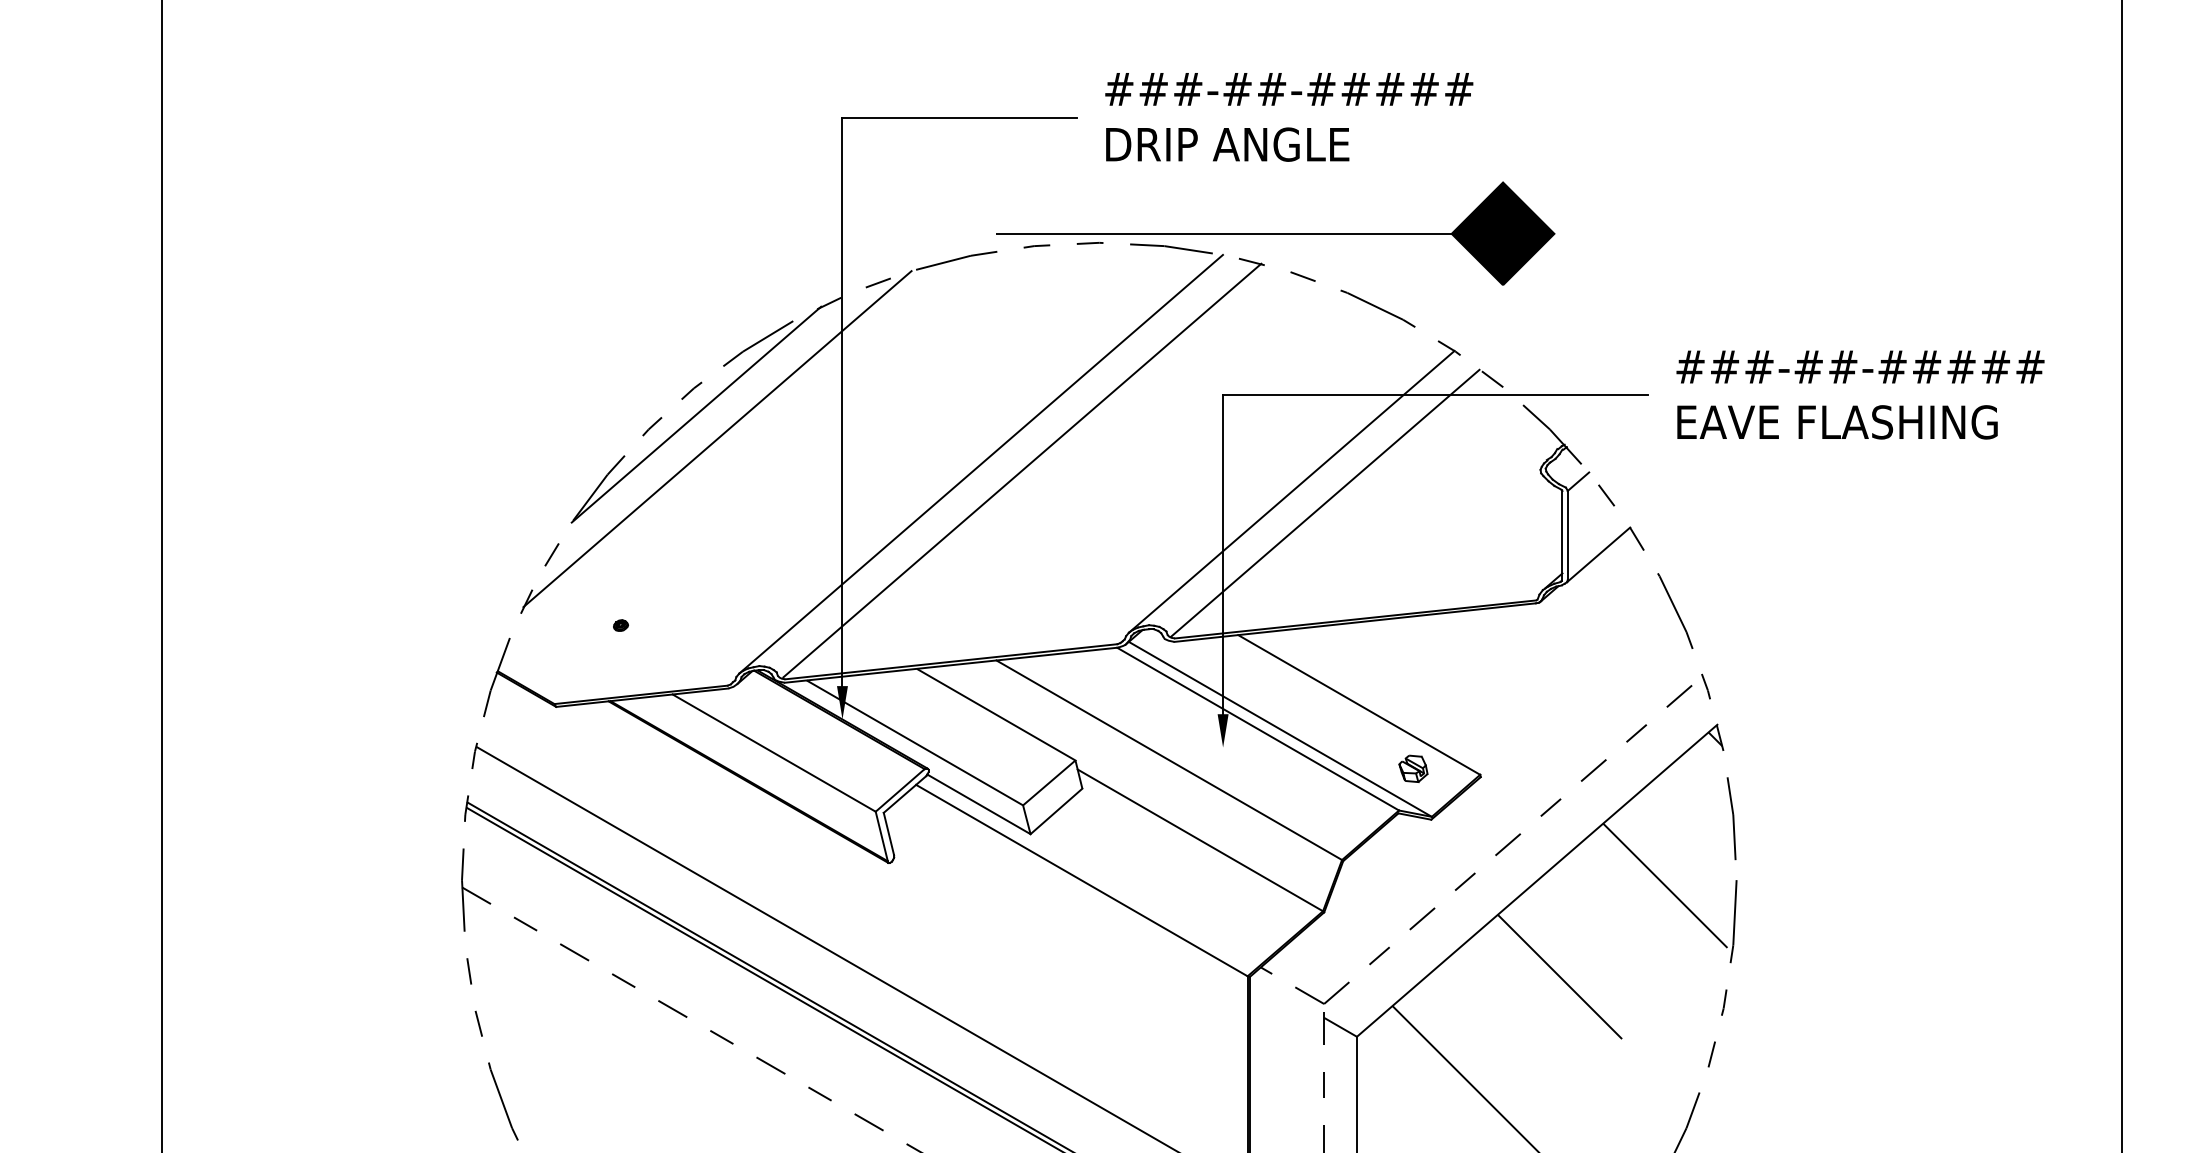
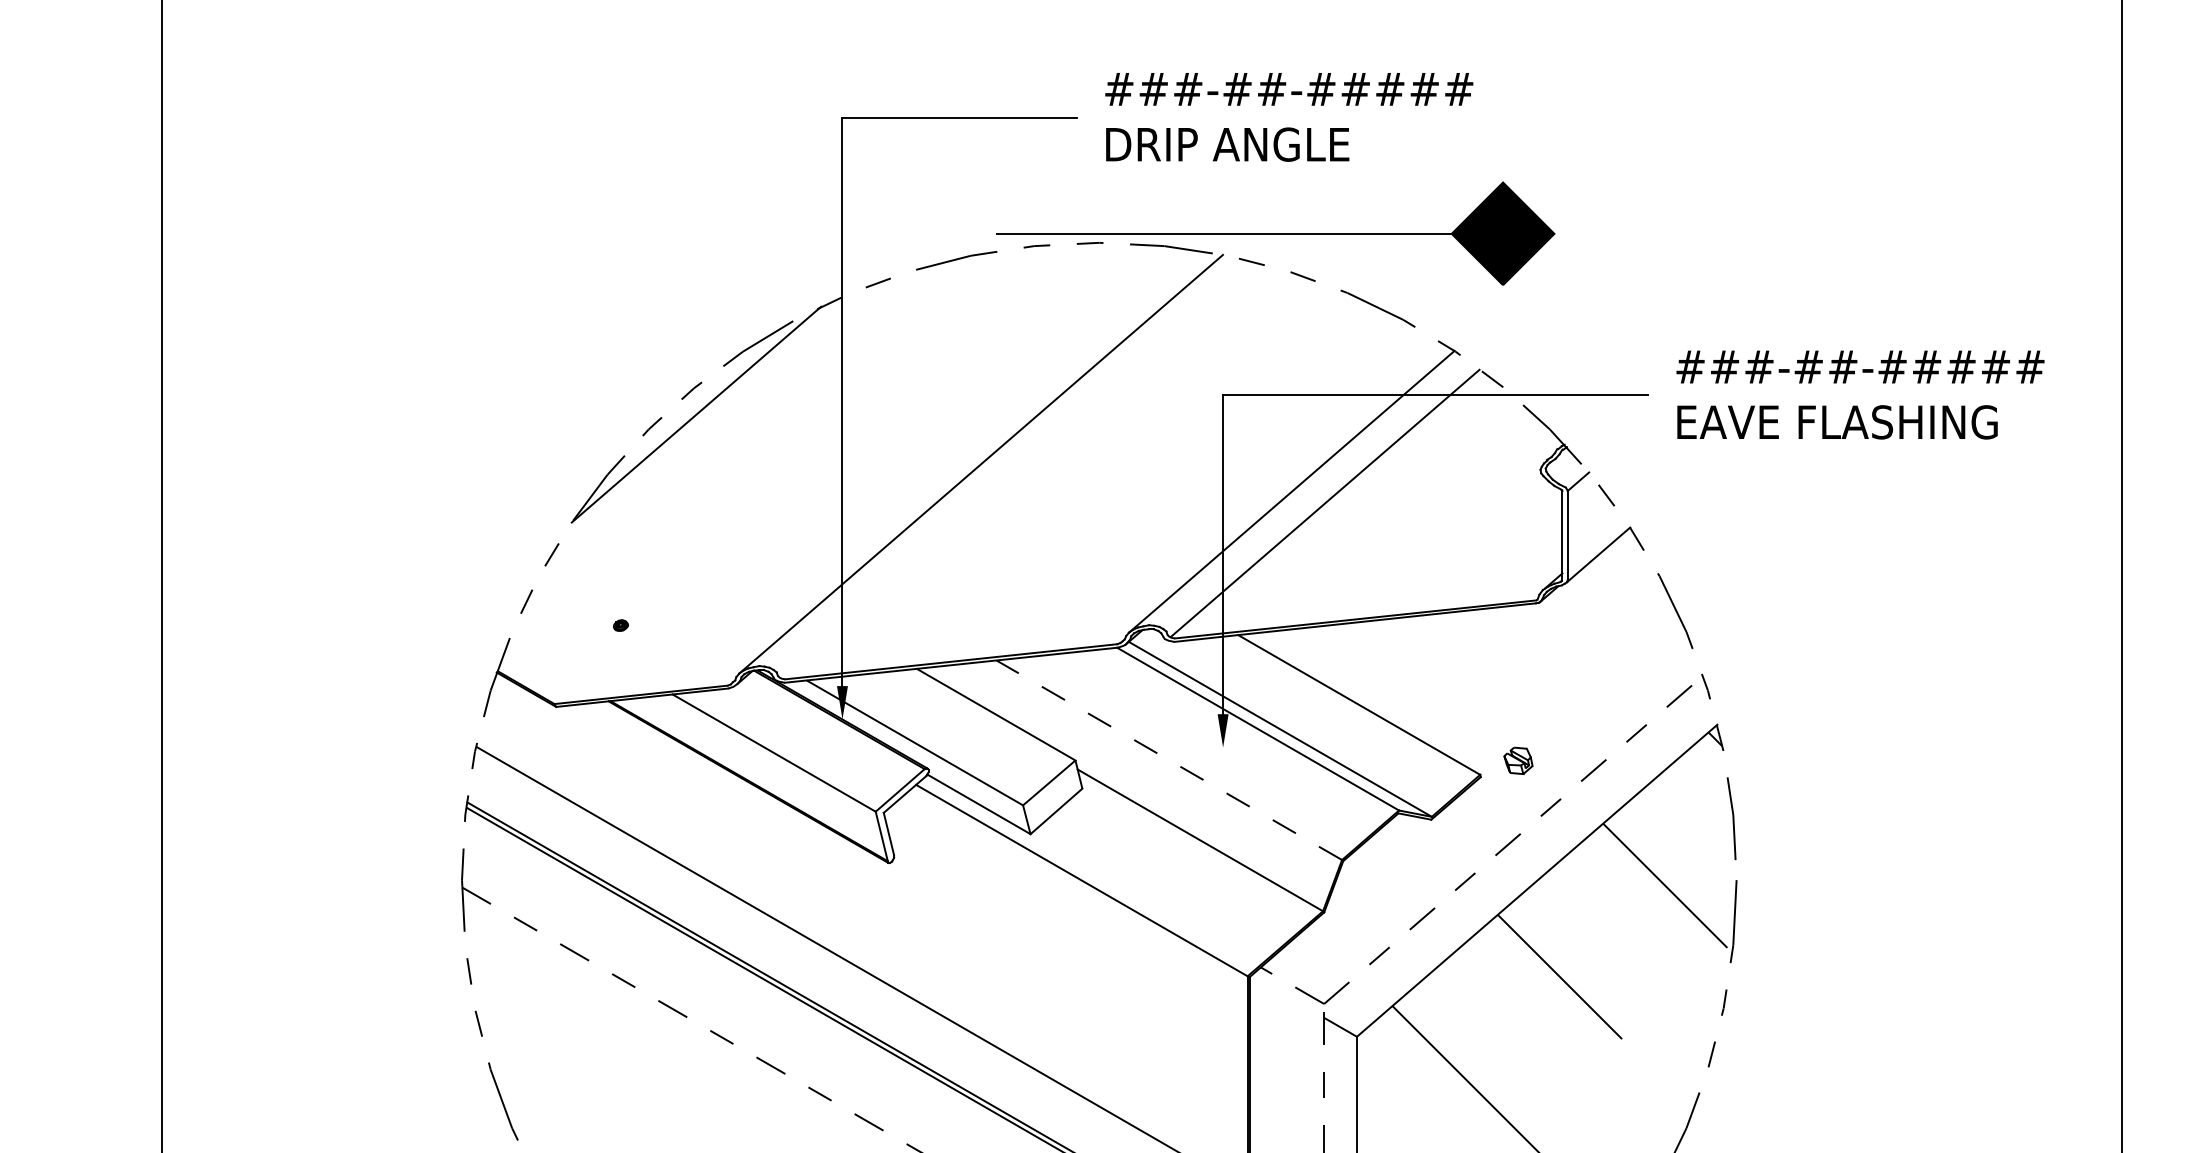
line at (717, 439): present -> none
line at (1022, 470): present -> none
line at (1169, 760): solid -> dashed
part at (1413, 768) position: (1413, 768) -> (1518, 760)
